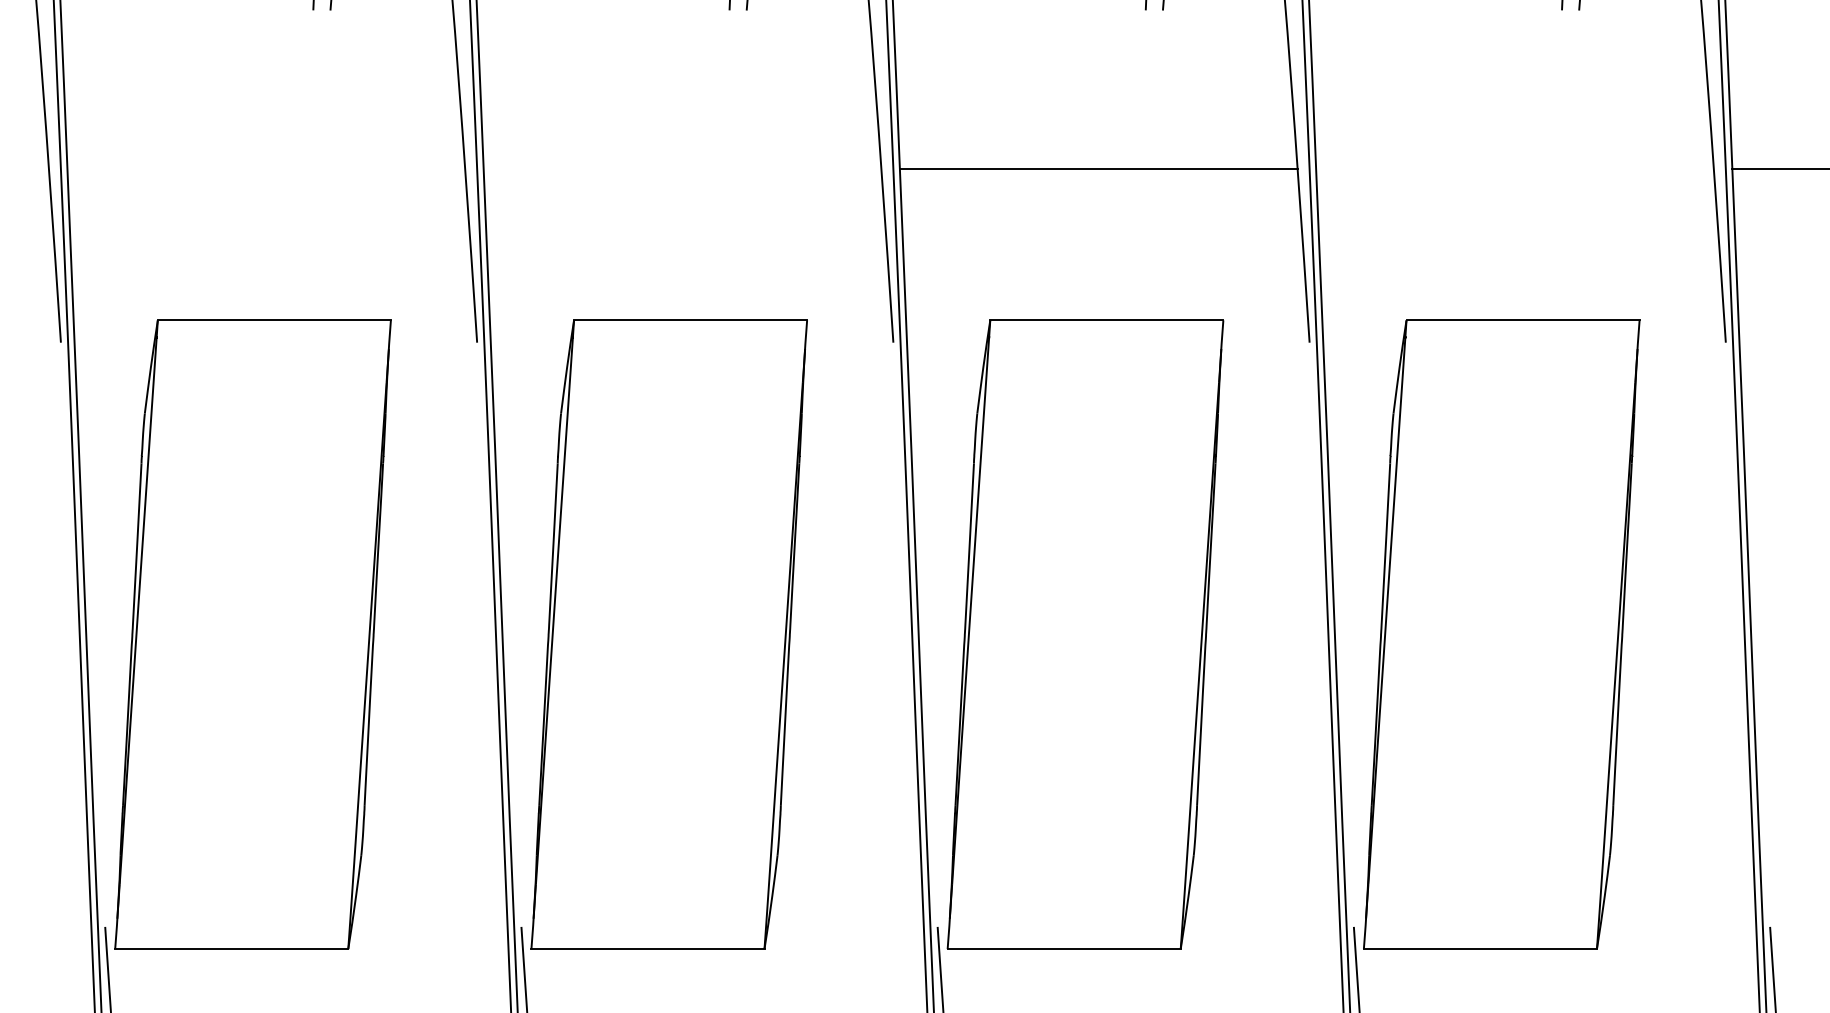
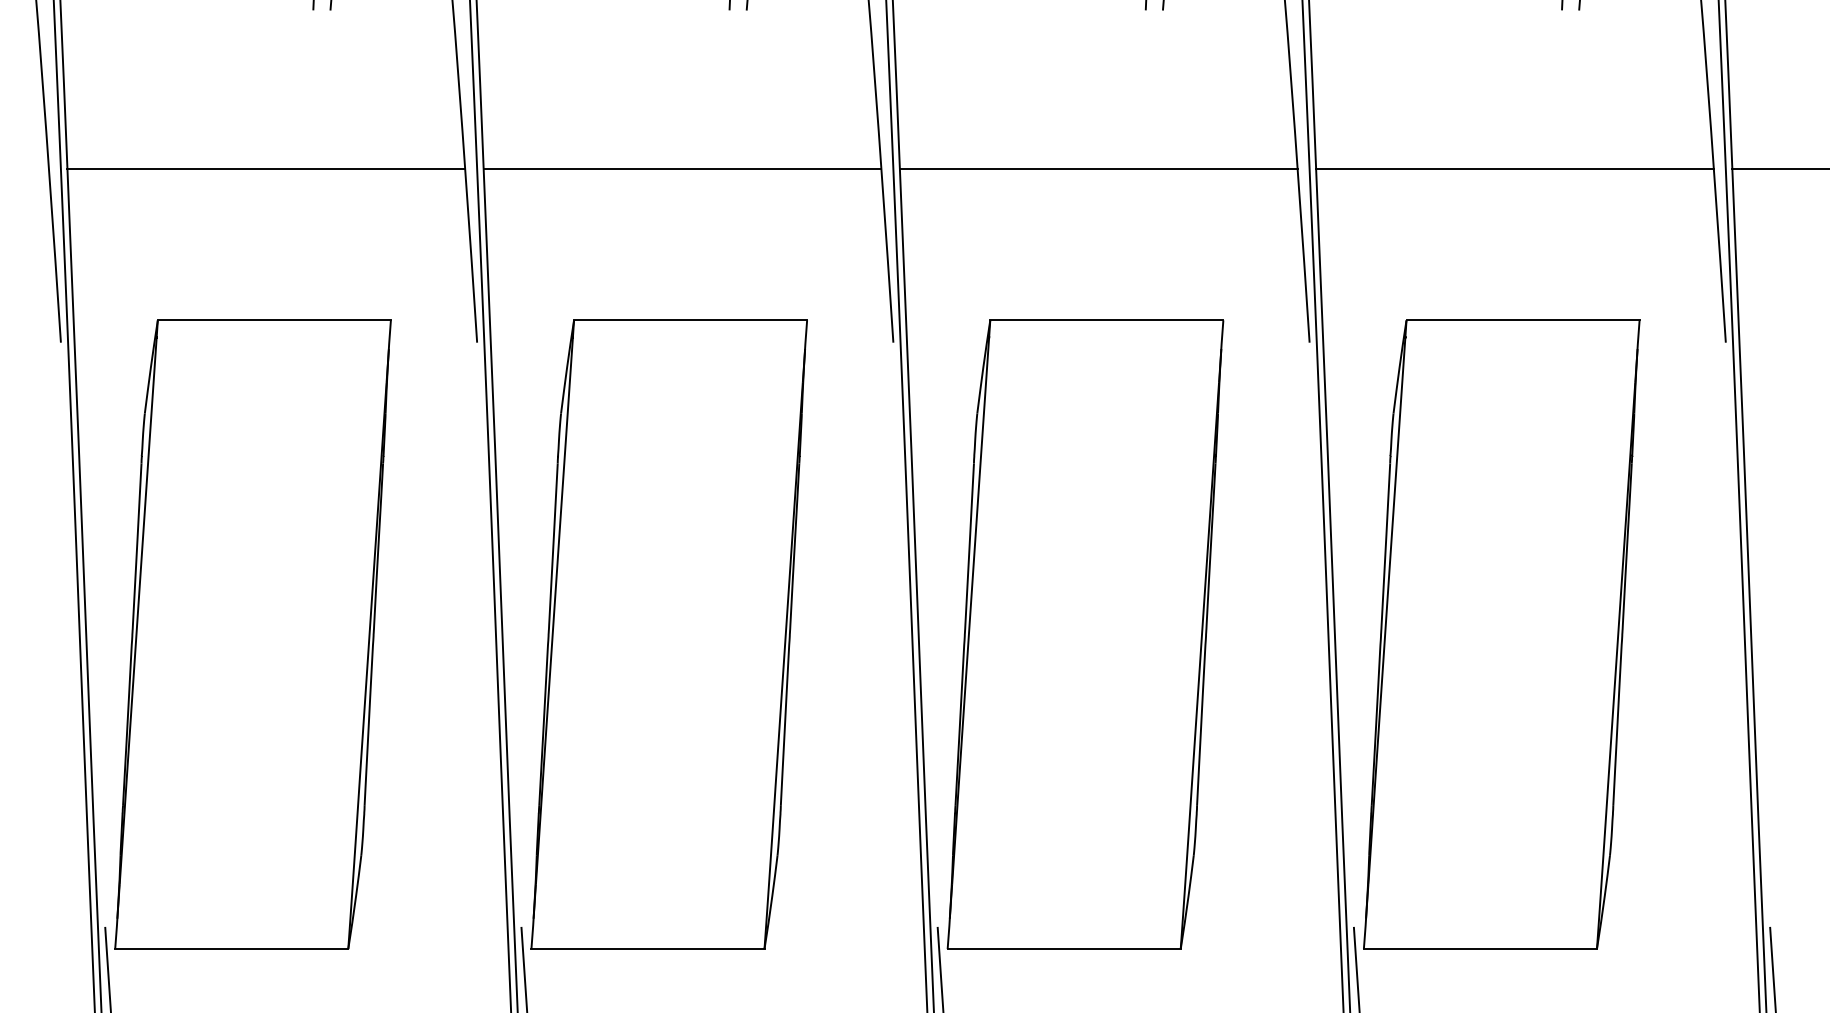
line at (266, 168): none -> present
line at (682, 168): none -> present
line at (1514, 168): none -> present
